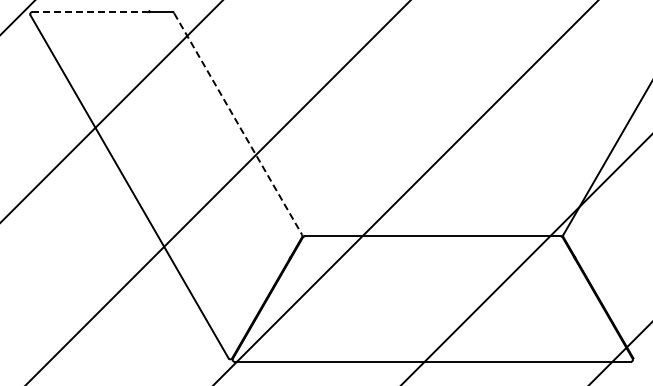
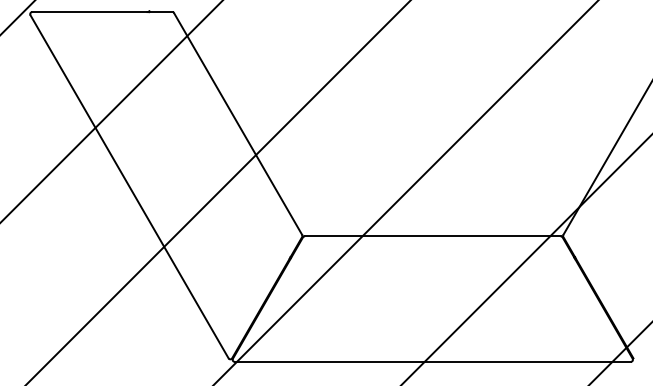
line at (89, 12): dashed -> solid
line at (238, 124): dashed -> solid
